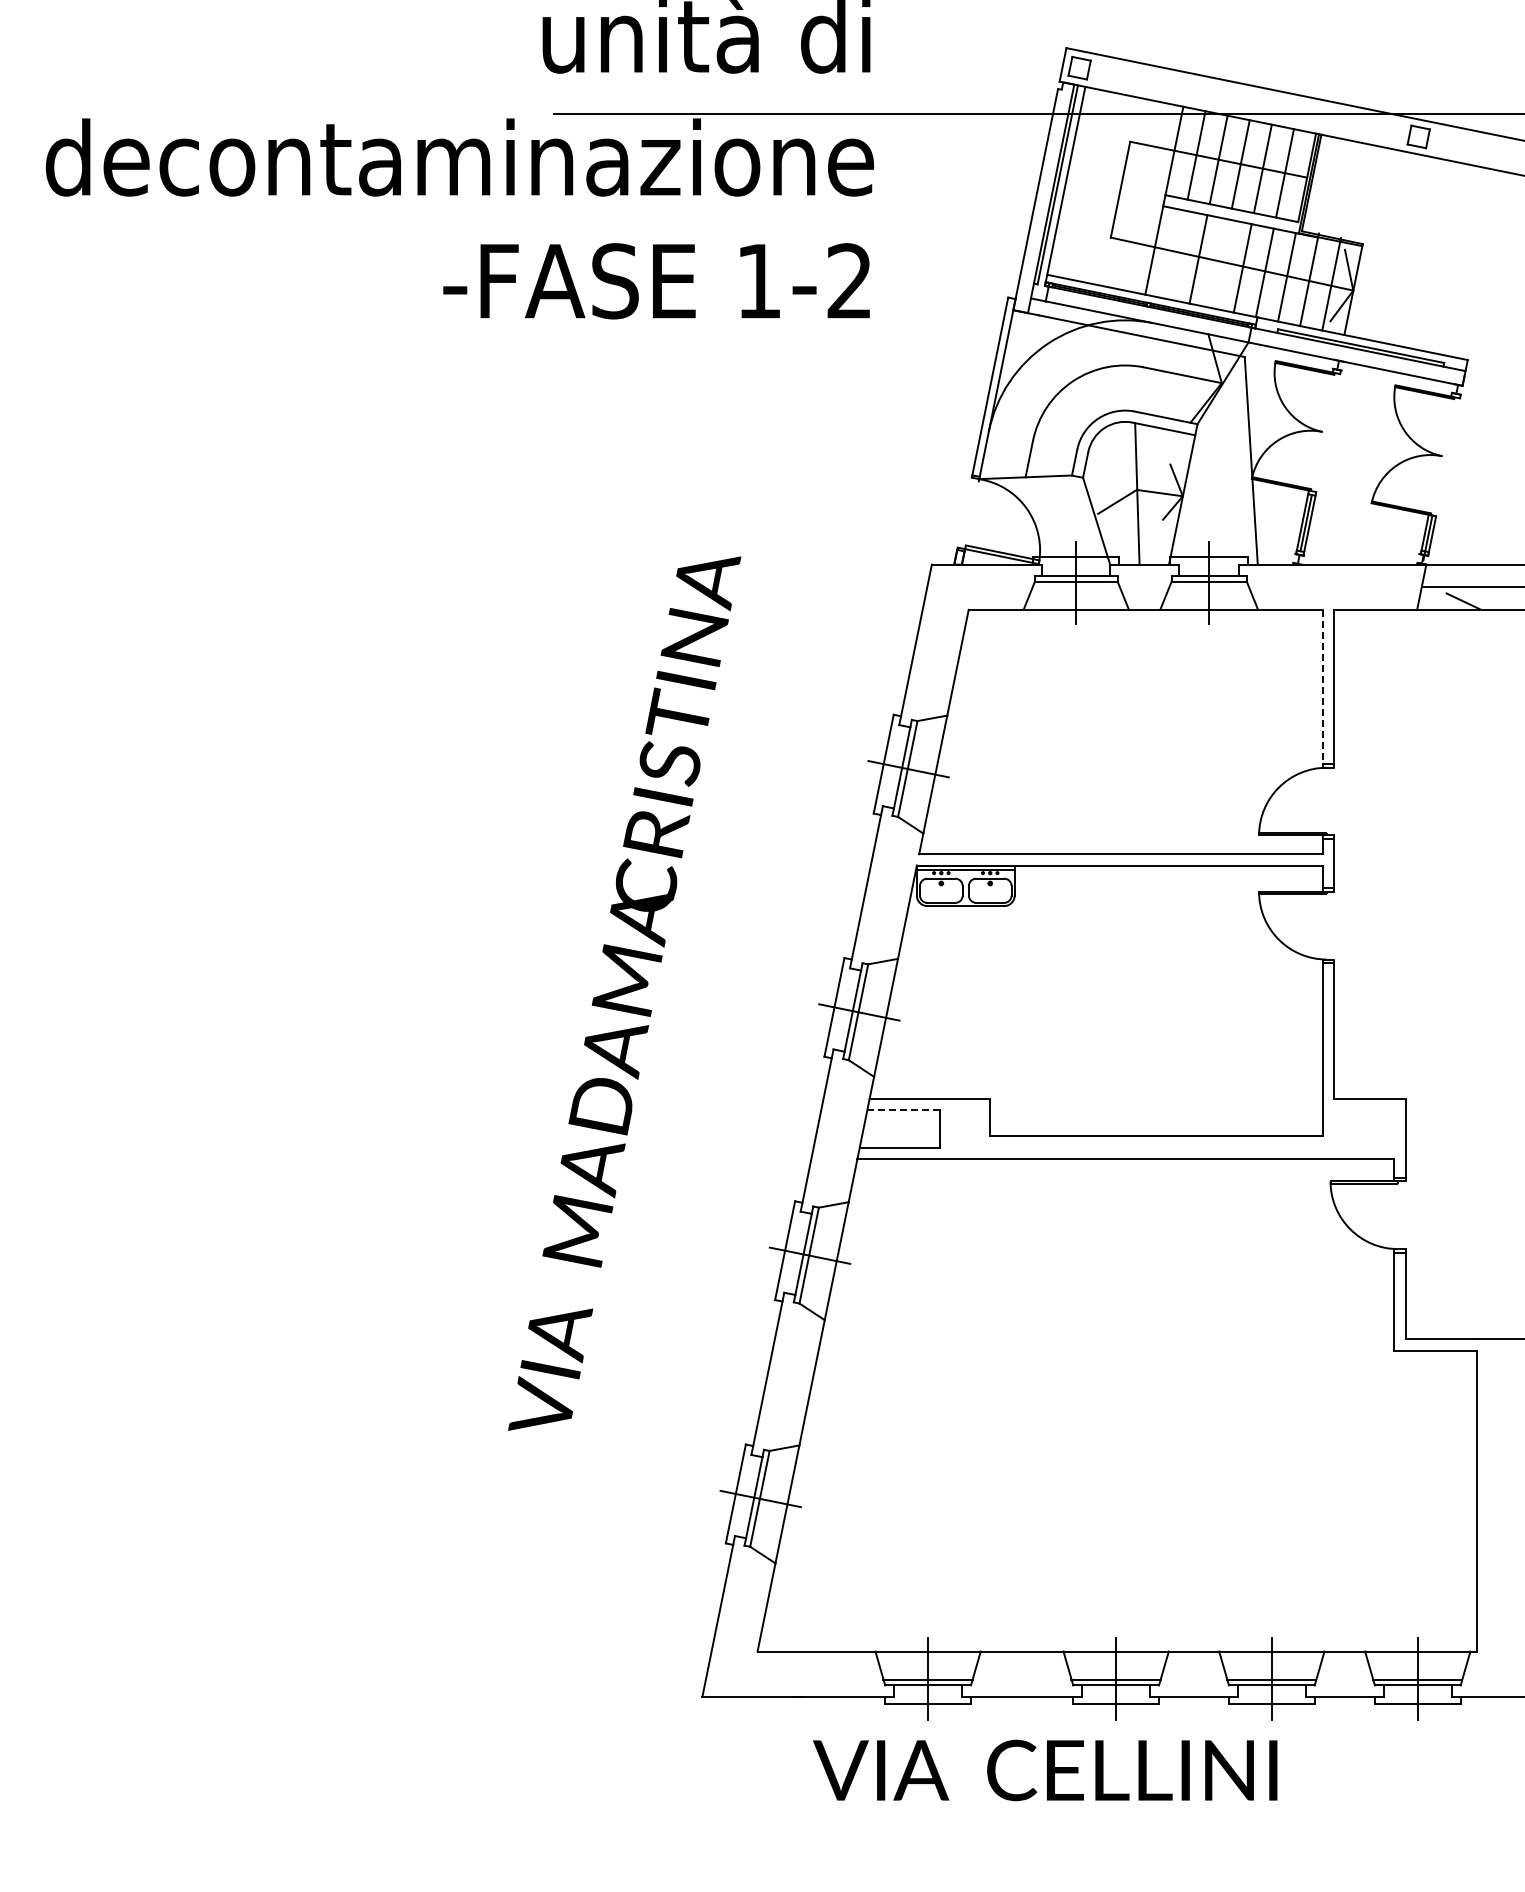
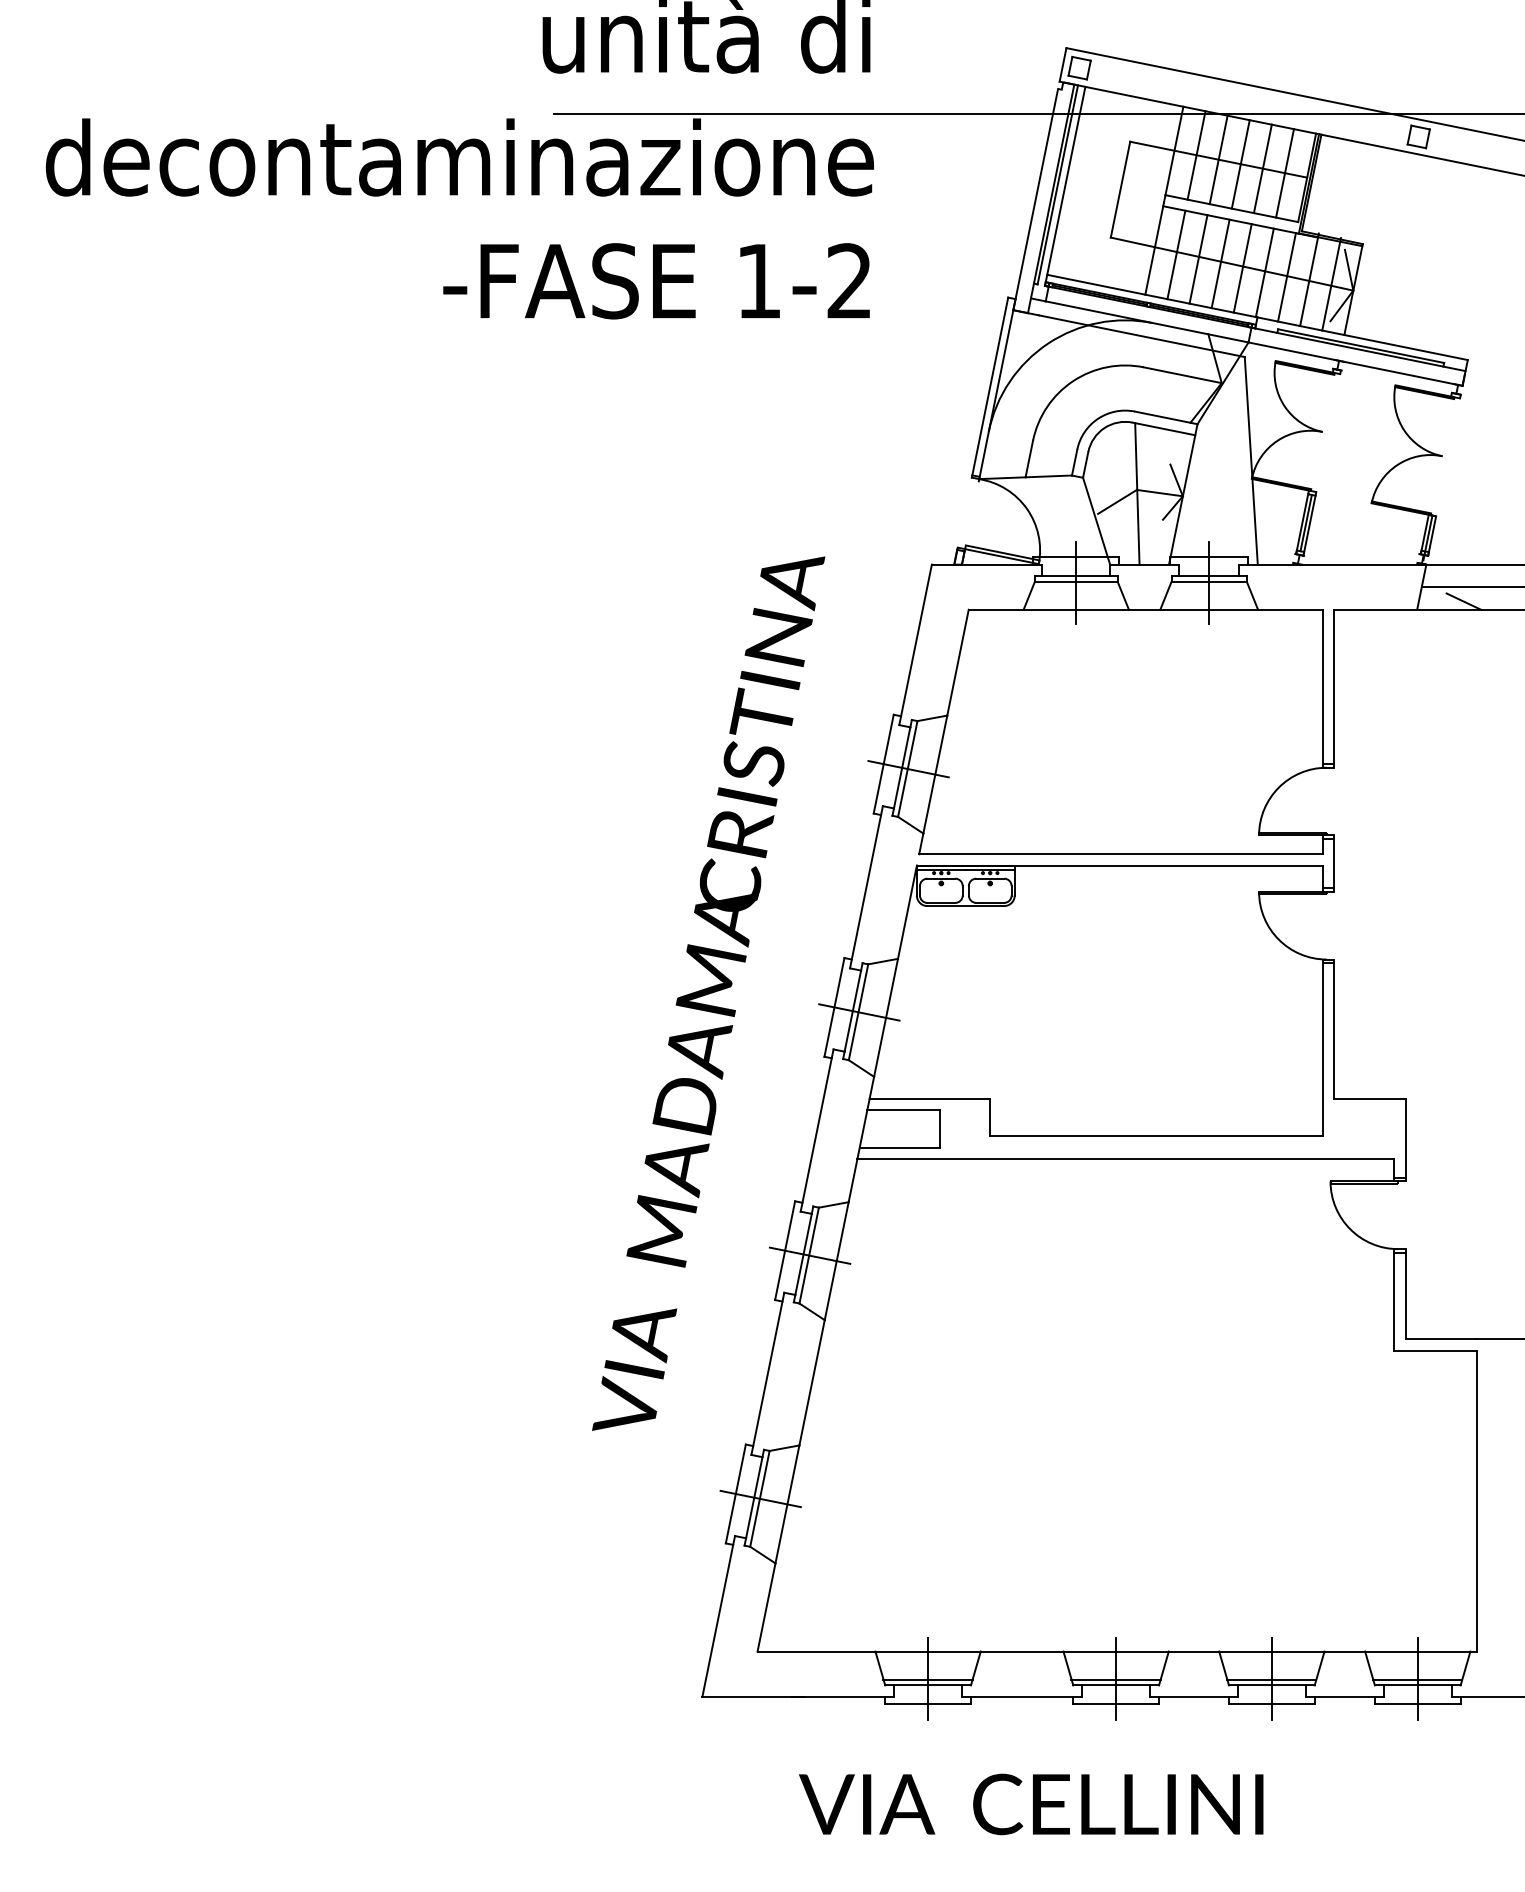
line at (1176, 254): none -> present
line at (1220, 263): none -> present
line at (1323, 687): dashed -> solid
text at (624, 993) position: (624, 993) -> (708, 993)
line at (904, 1109): dashed -> solid
text at (1045, 1770) position: (1045, 1770) -> (1031, 1804)
